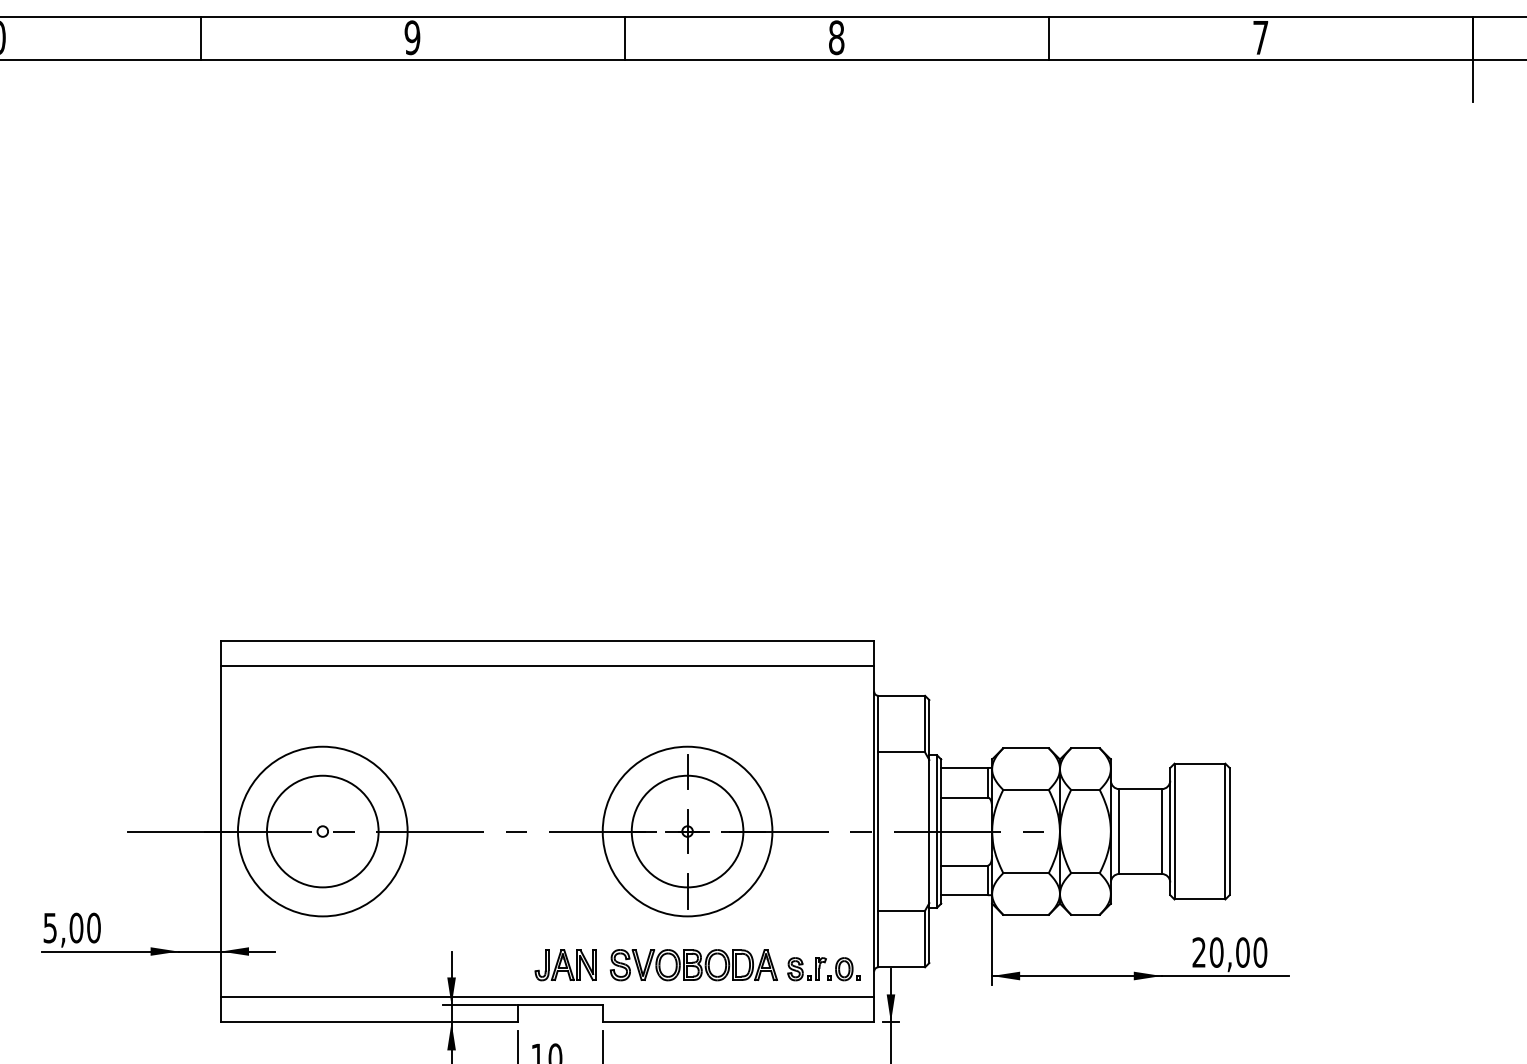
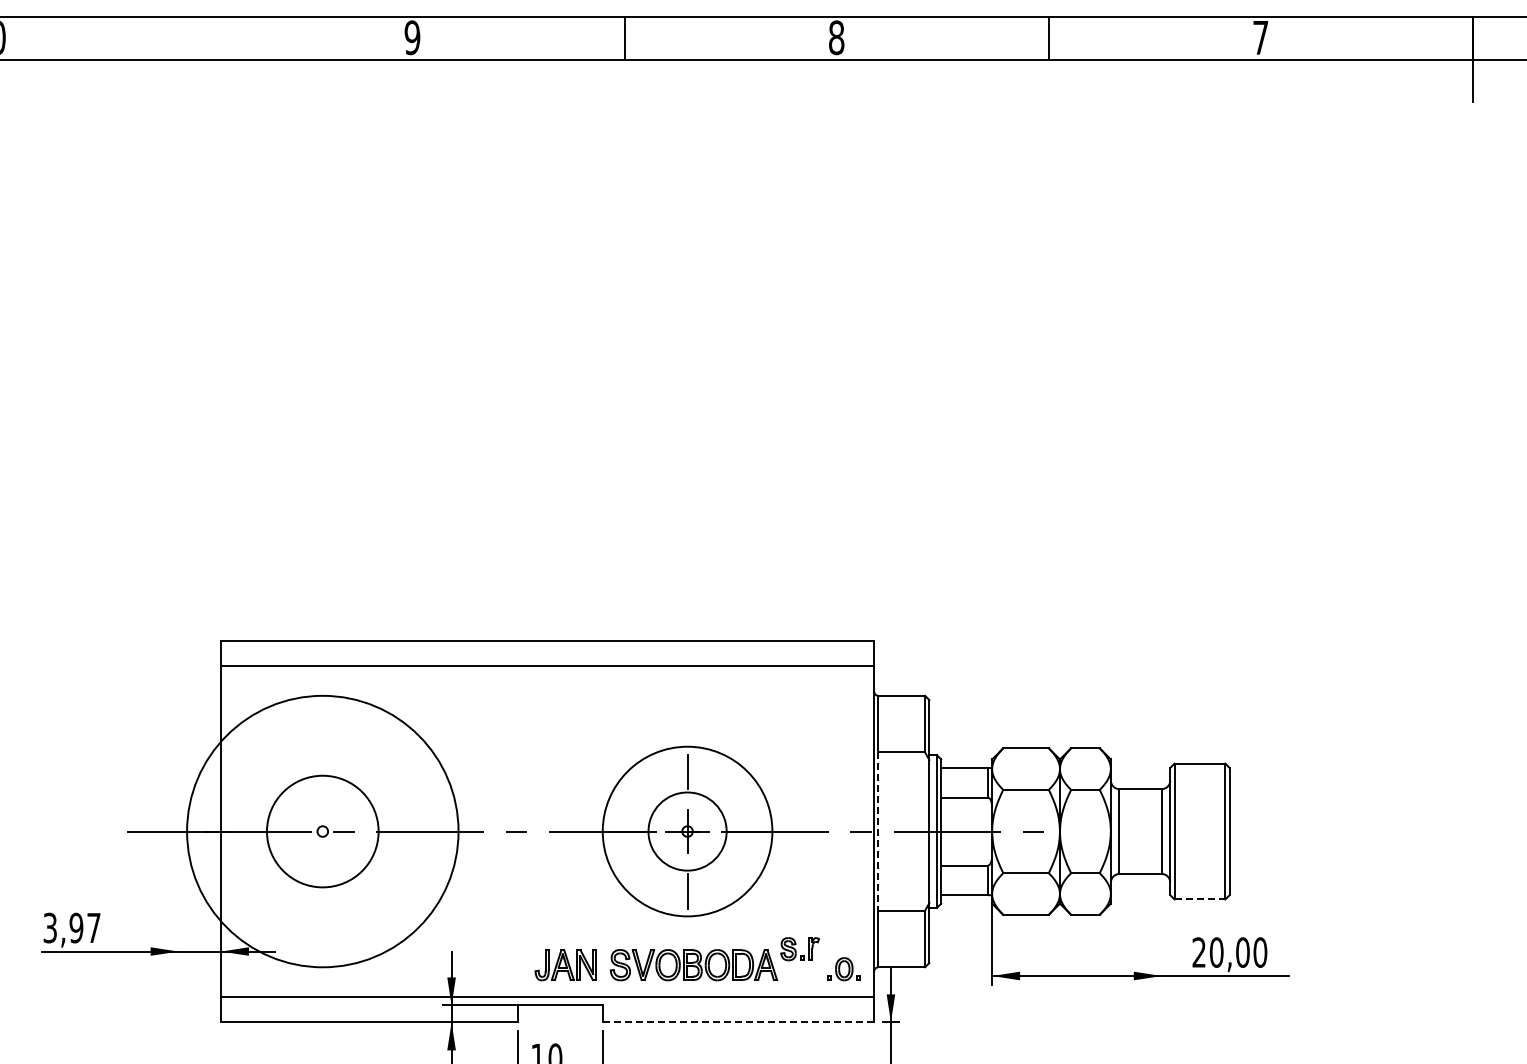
line at (200, 38): present -> none
circle at (322, 831) diameter: 170 px -> 271 px
circle at (687, 831) diameter: 112 px -> 78 px
line at (878, 832): solid -> dashed
line at (1200, 899): solid -> dashed
text at (72, 927): 5,00 -> 3,97
part at (806, 969) position: (806, 969) -> (799, 949)
line at (738, 1022): solid -> dashed
